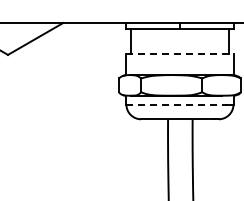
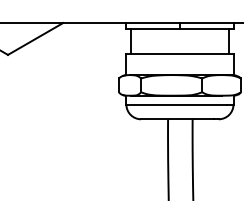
line at (179, 54): dashed -> solid
line at (177, 104): dashed -> solid
